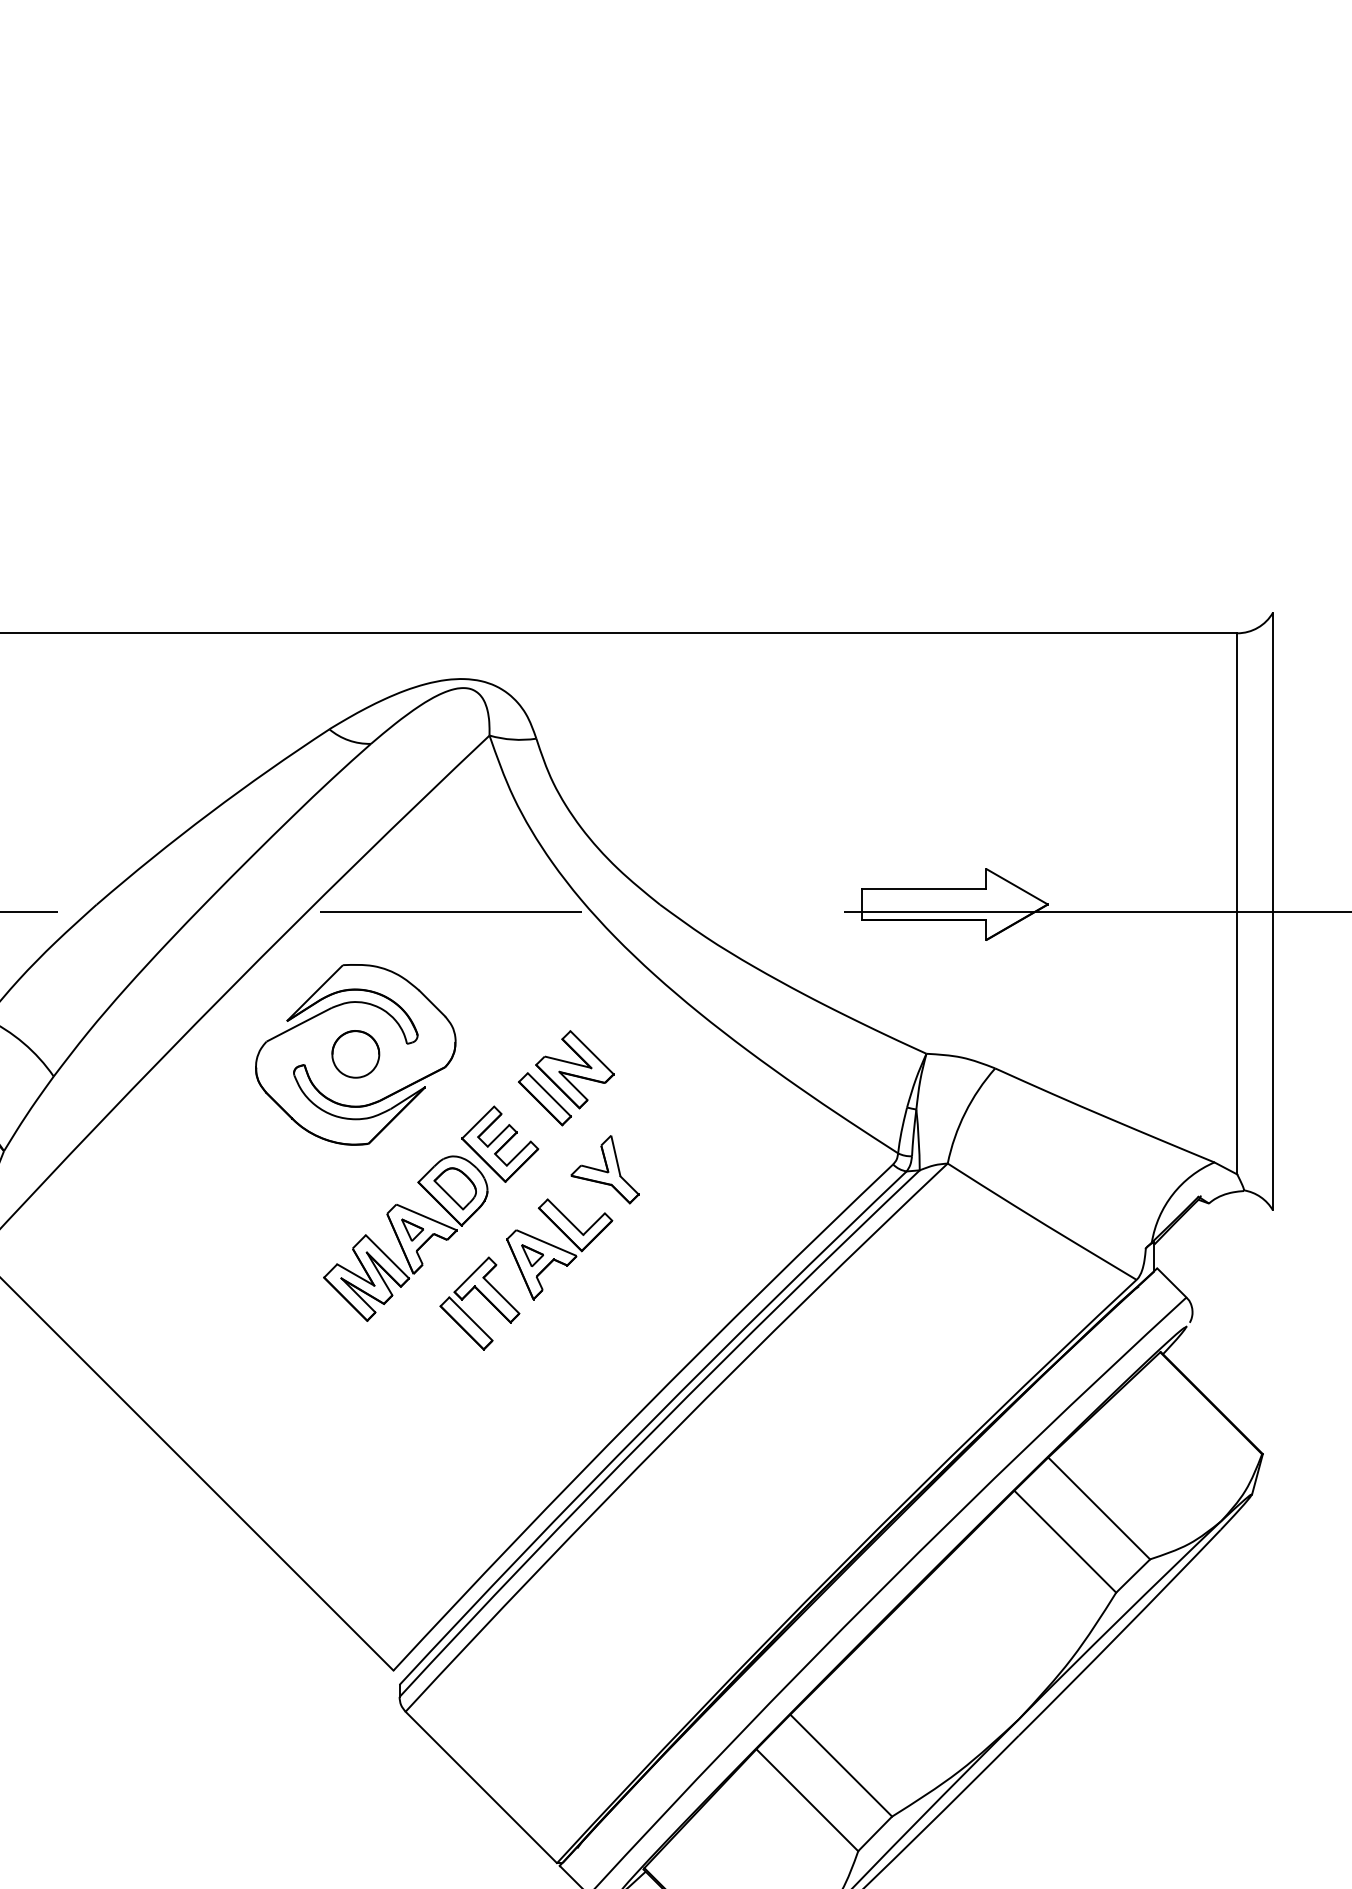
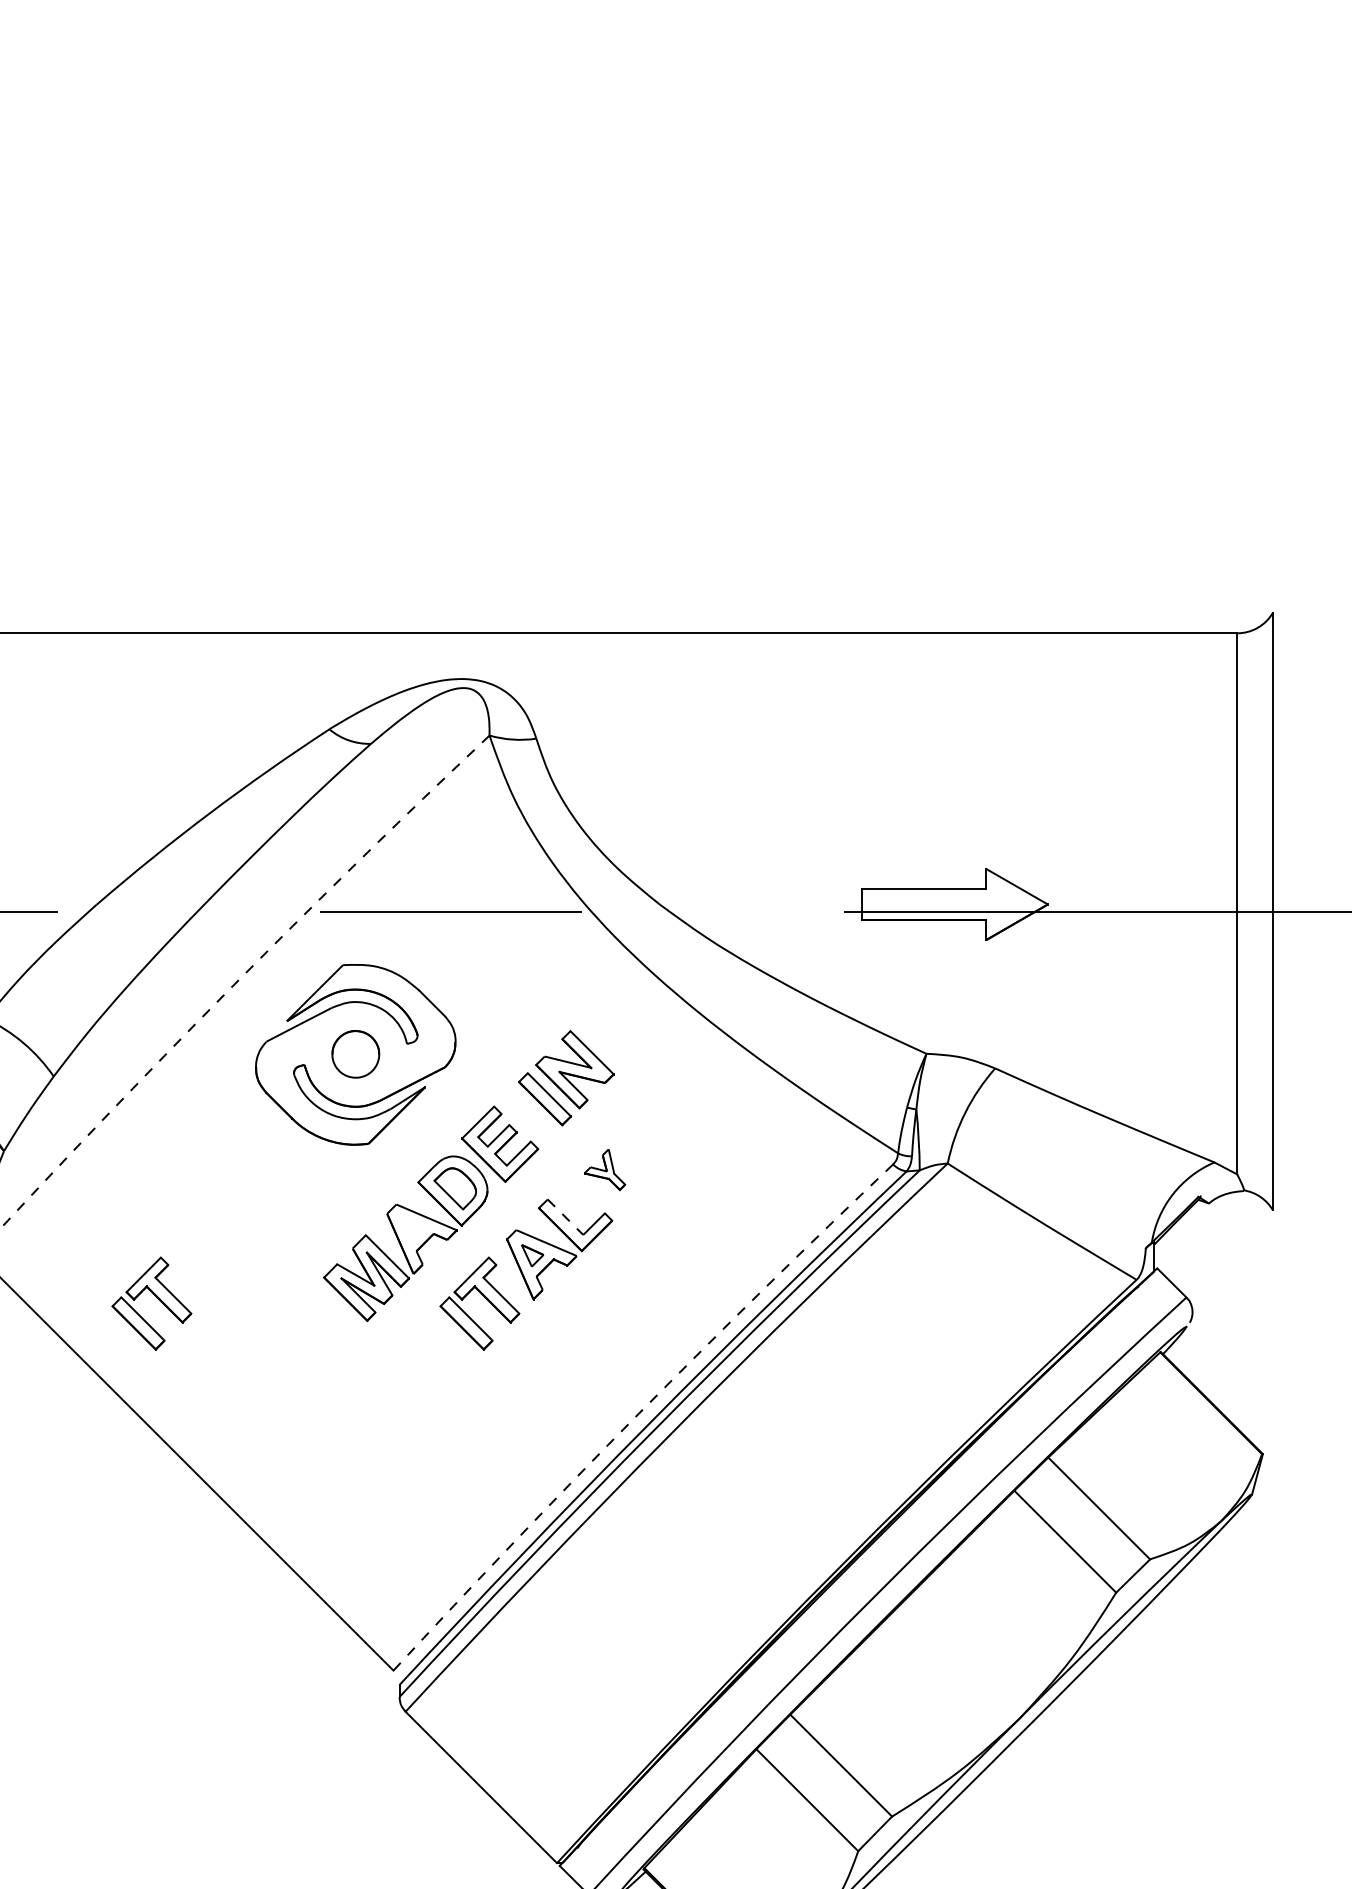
arc at (240, 978): solid -> dashed
part at (604, 1169) size: 70x70 px -> 43x42 px
line at (565, 1217): solid -> dashed
part at (412, 1229): present -> none
part at (156, 1297): none -> present
arc at (639, 1413): solid -> dashed
